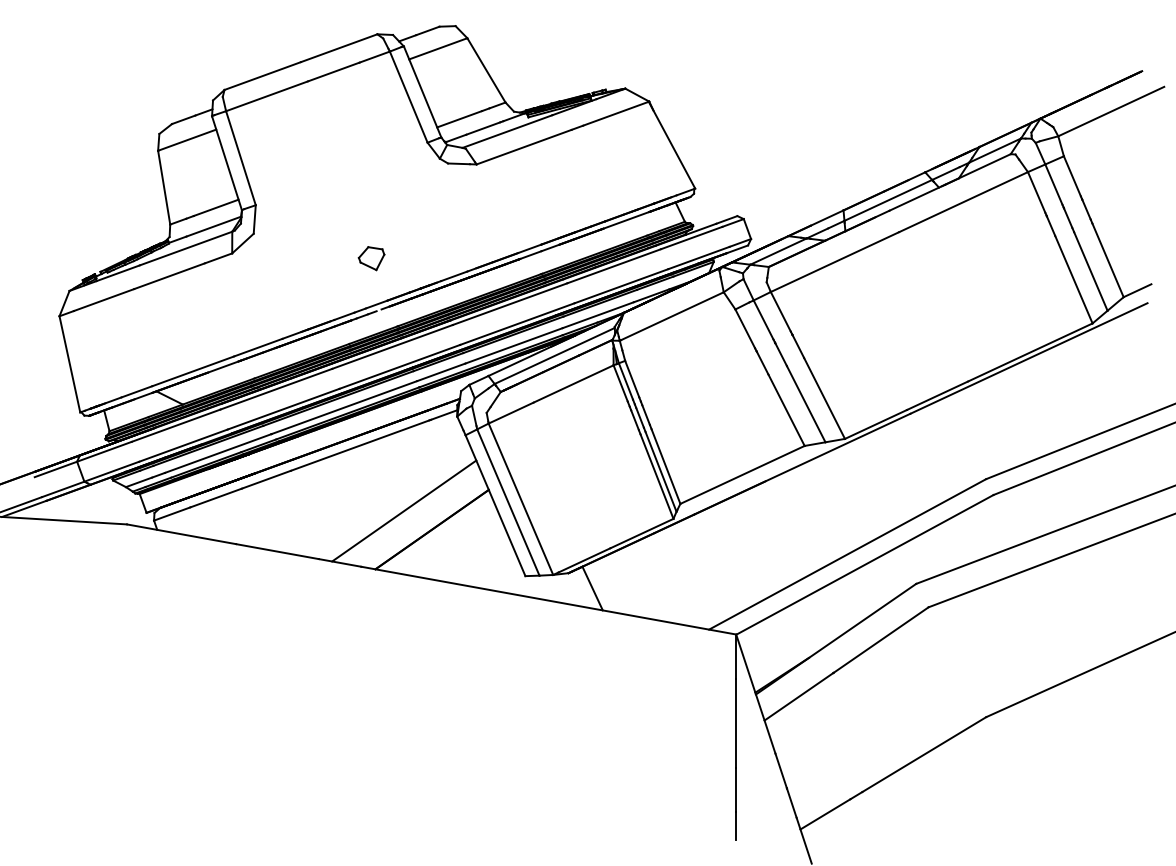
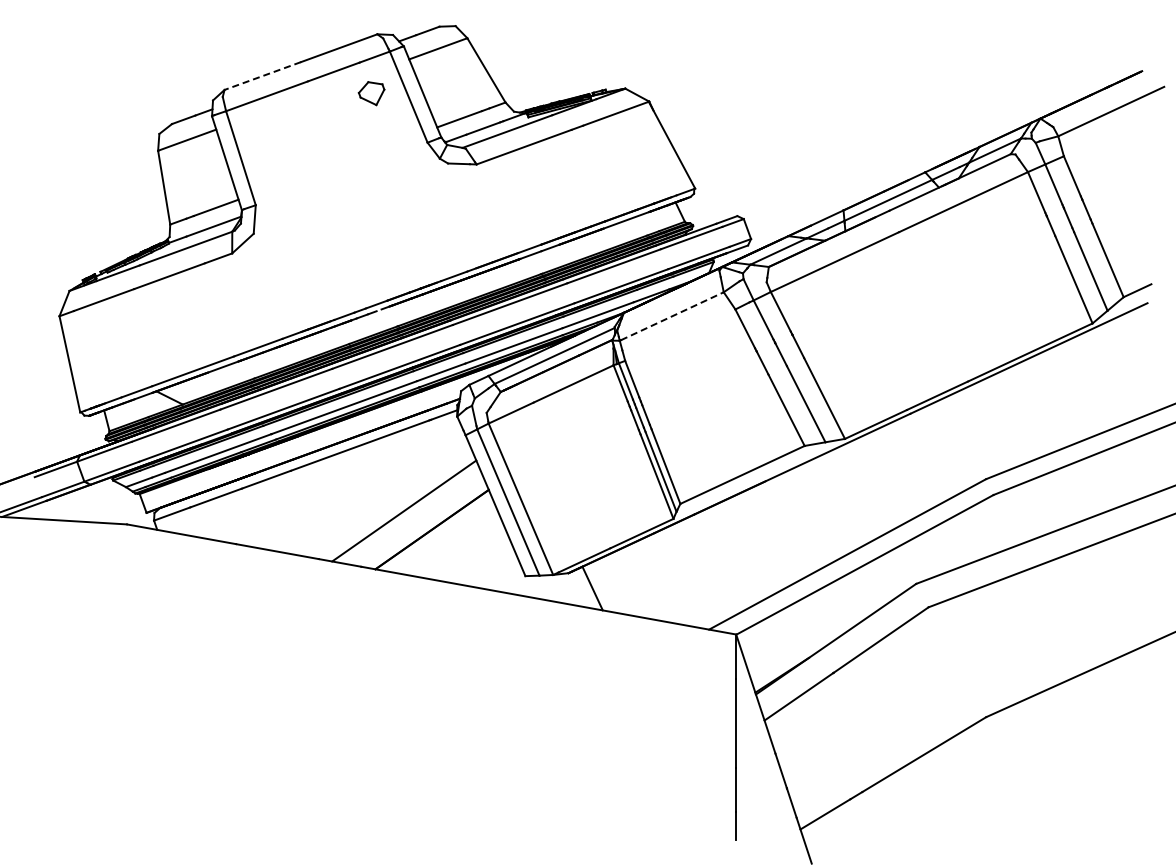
line at (262, 76): solid -> dashed
part at (371, 258) position: (371, 258) -> (371, 93)
line at (672, 316): solid -> dashed
